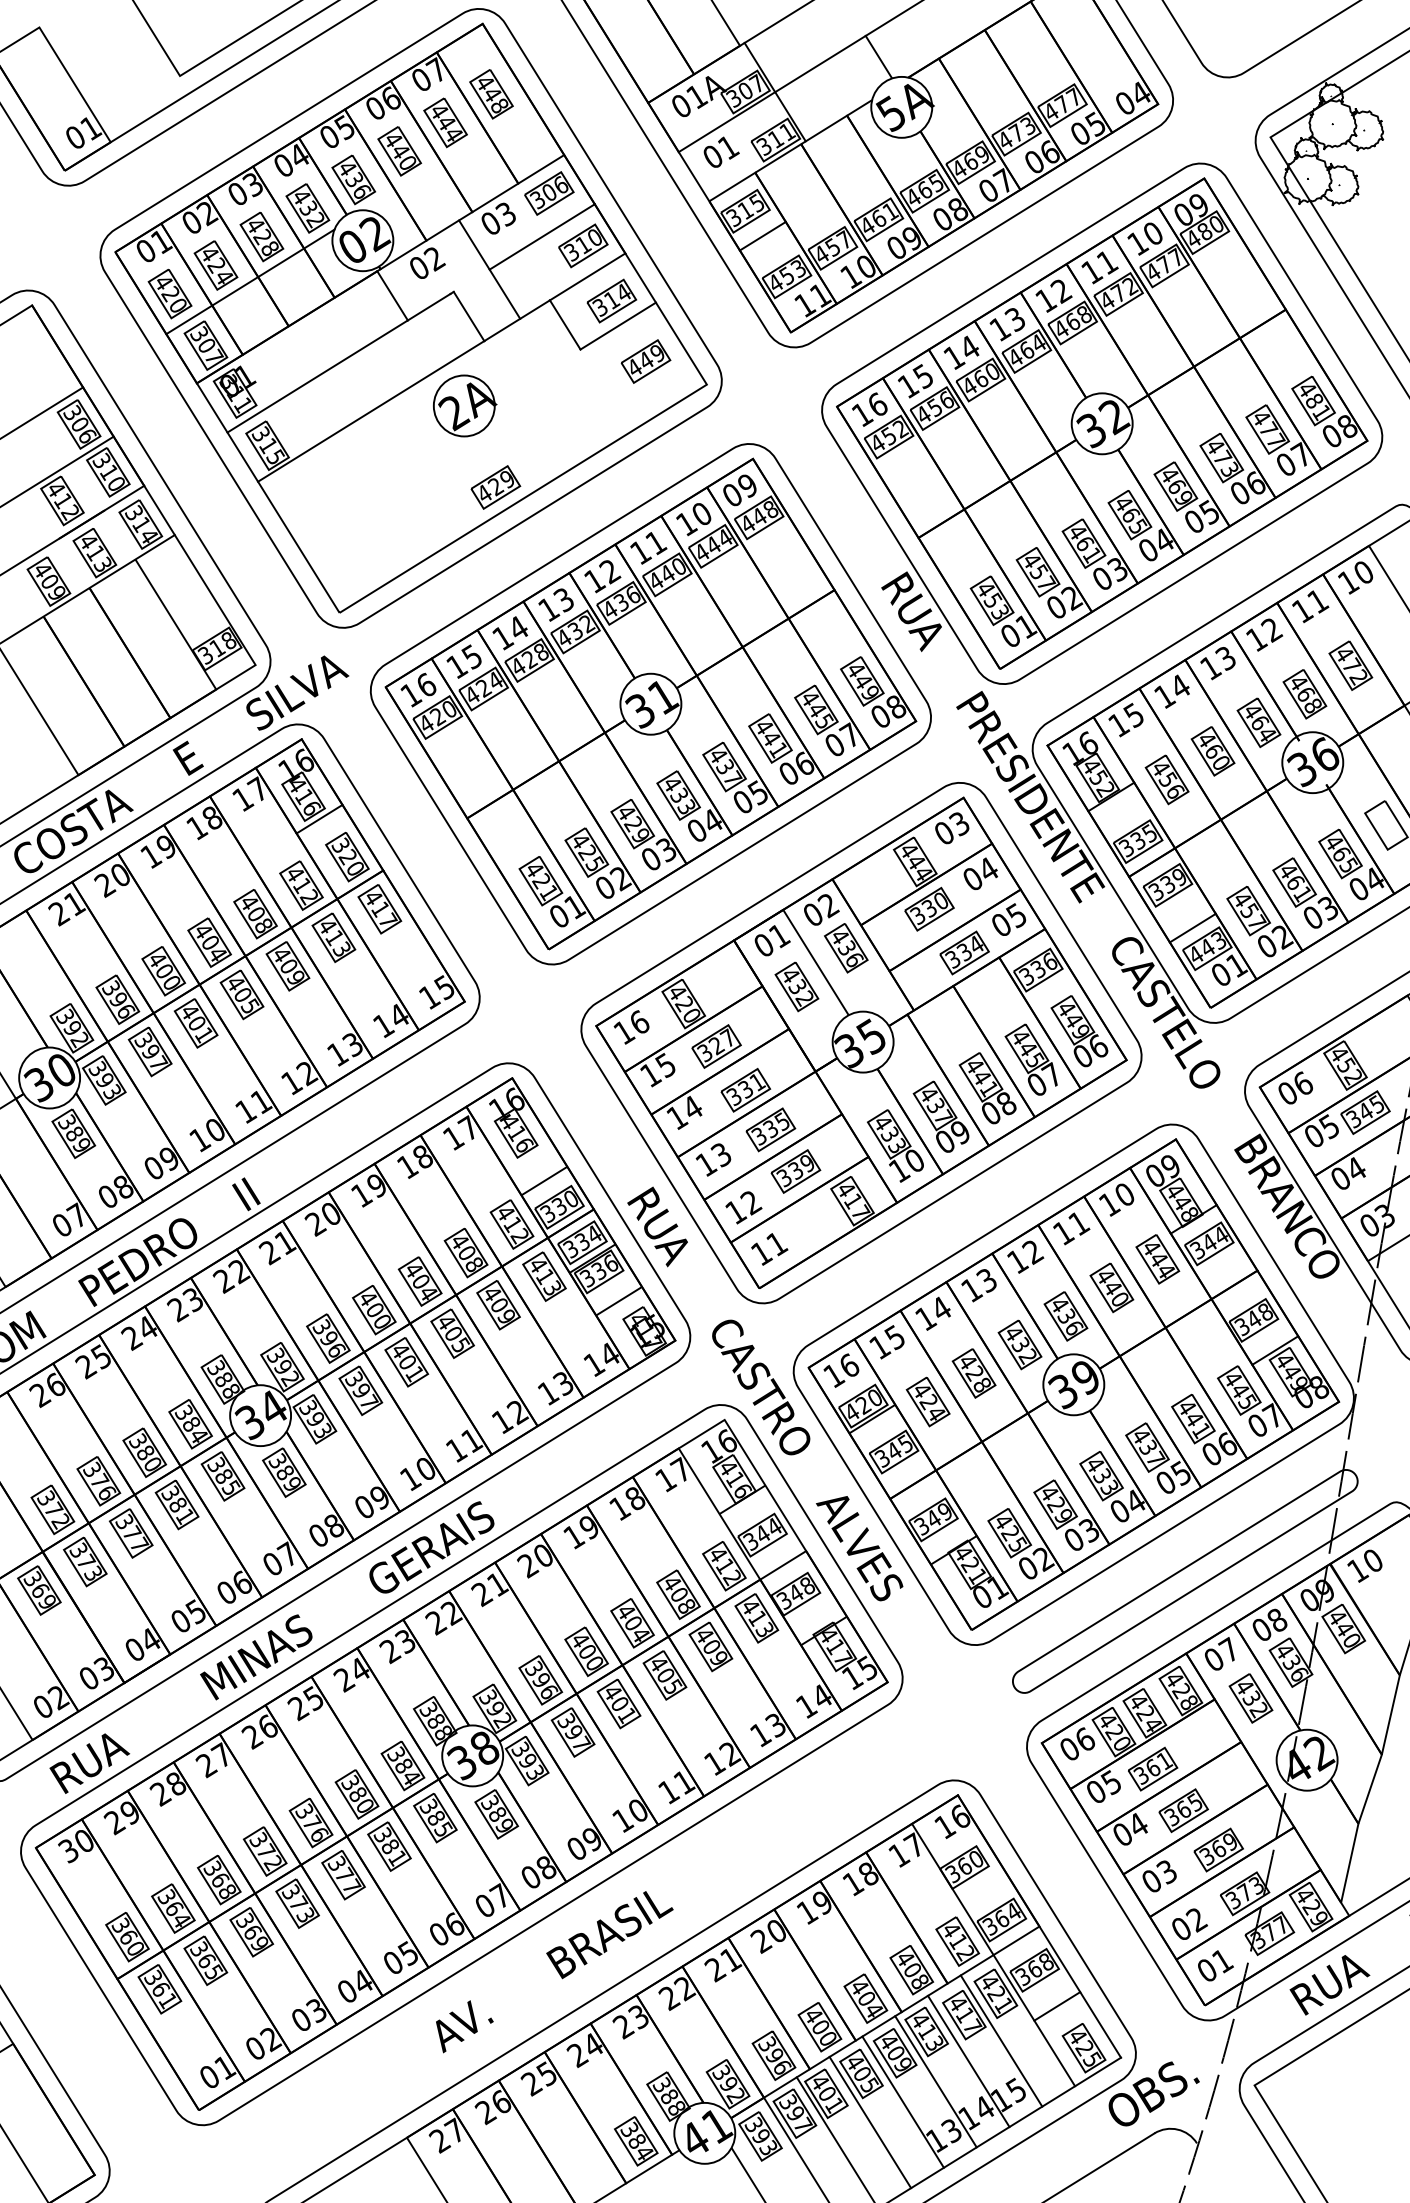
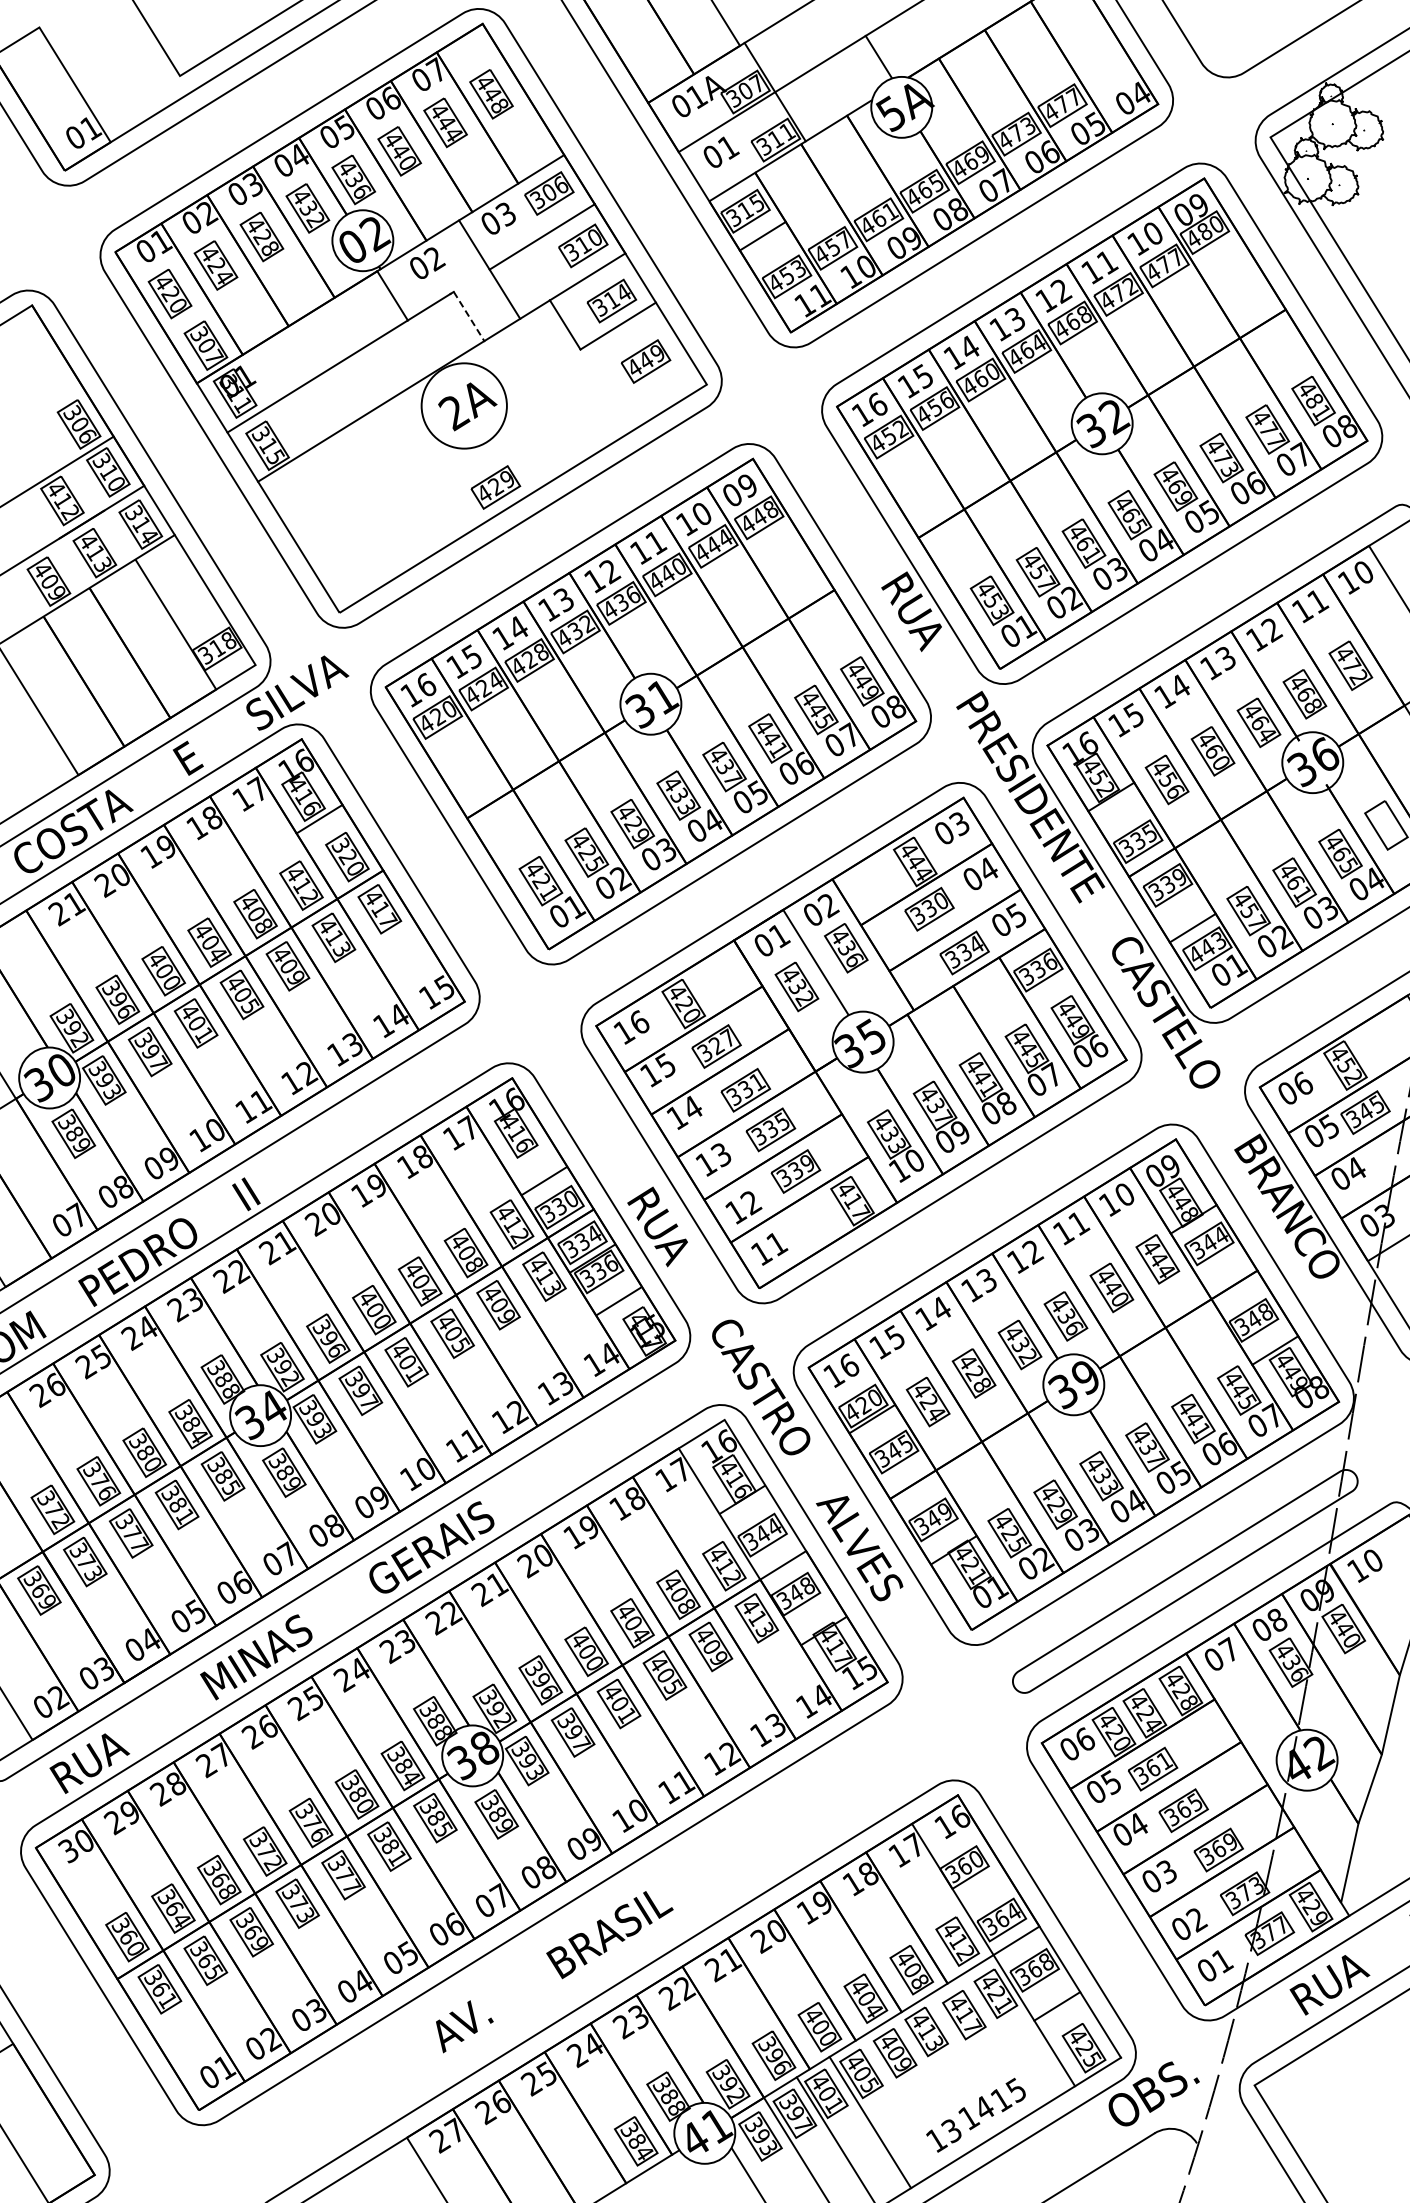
line at (250, 281): present -> none
line at (469, 316): solid -> dashed
circle at (463, 405) diameter: 61 px -> 85 px
line at (42, 412): present -> none
part at (1250, 1698): present -> none
line at (1001, 2040): present -> none
line at (968, 2061): present -> none
line at (935, 2081): present -> none
line at (902, 2101): present -> none
